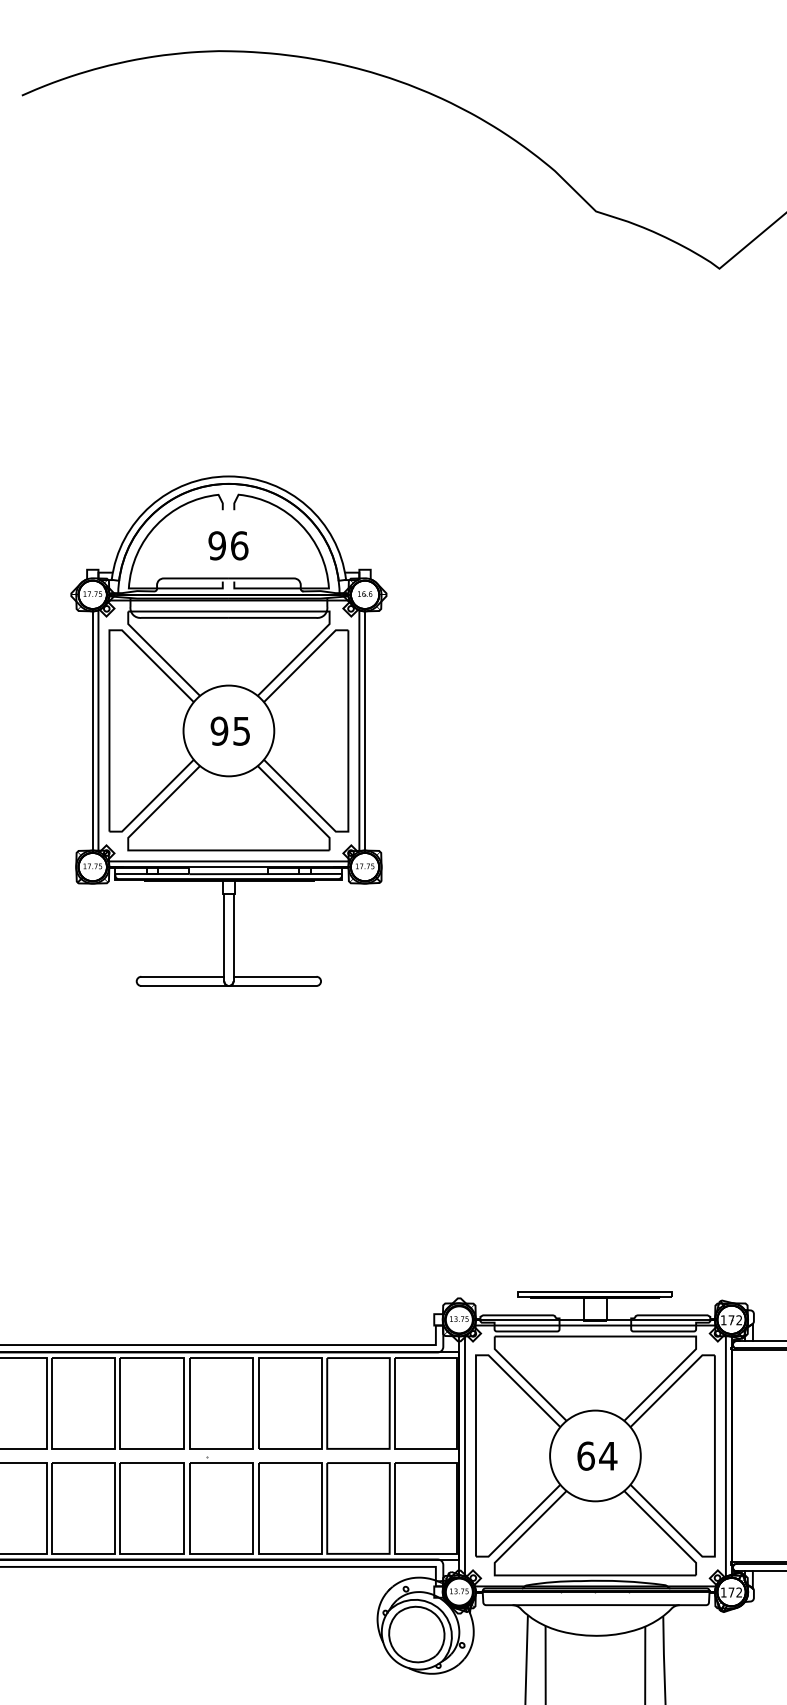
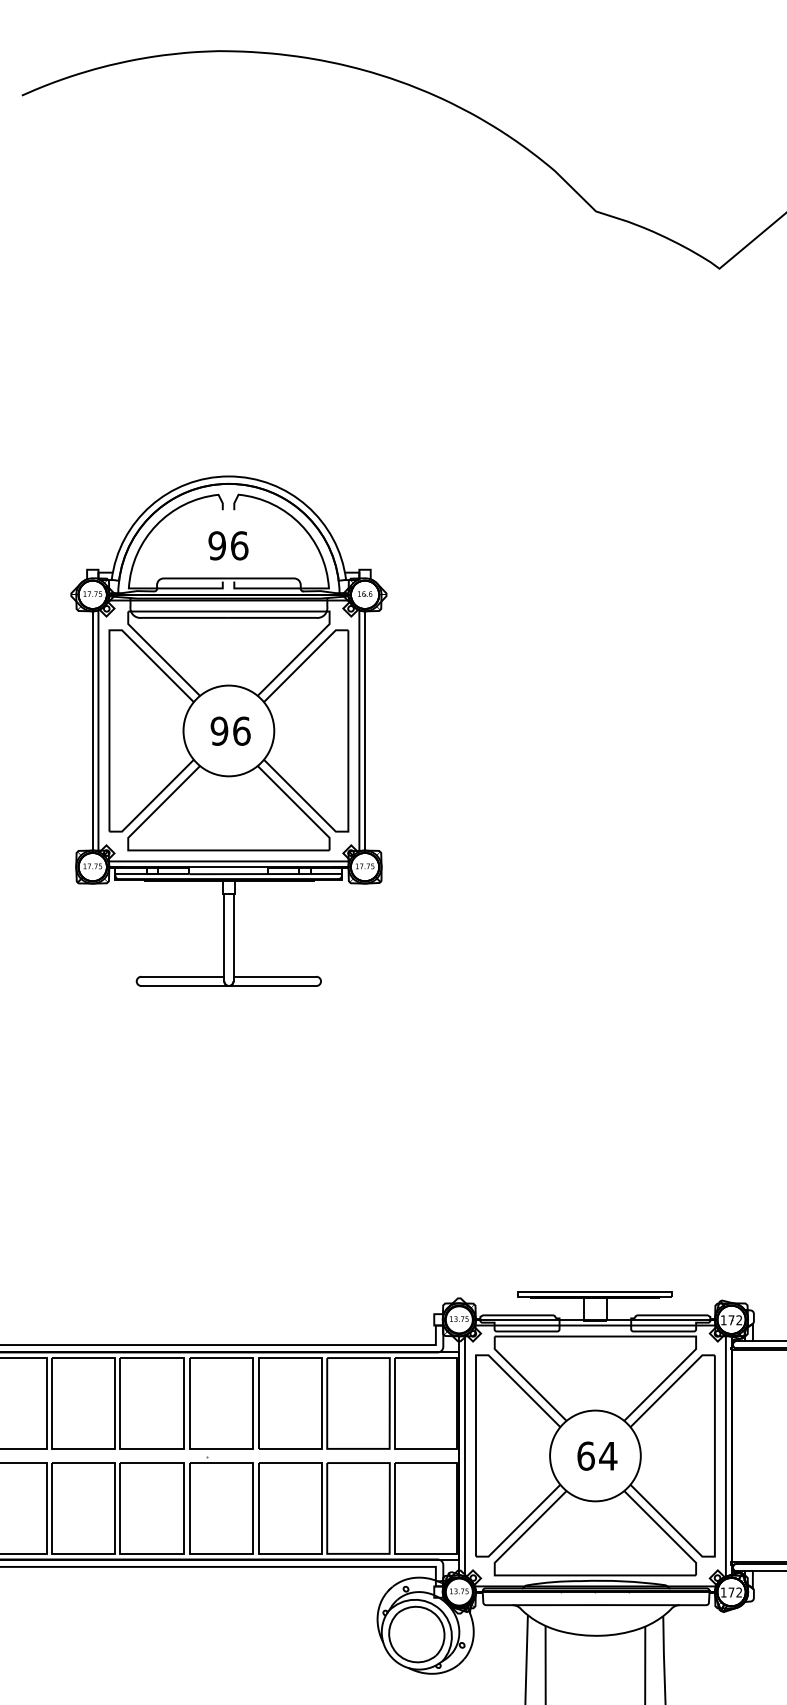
text at (241, 730): 95 -> 96
